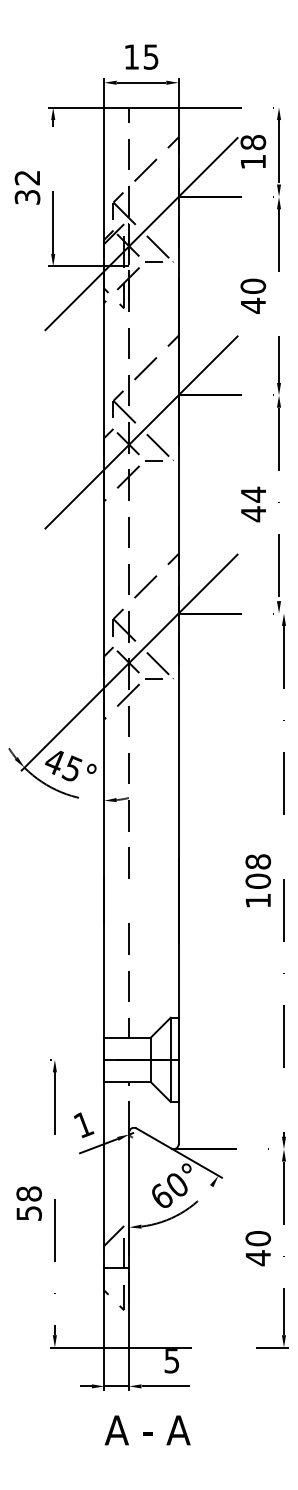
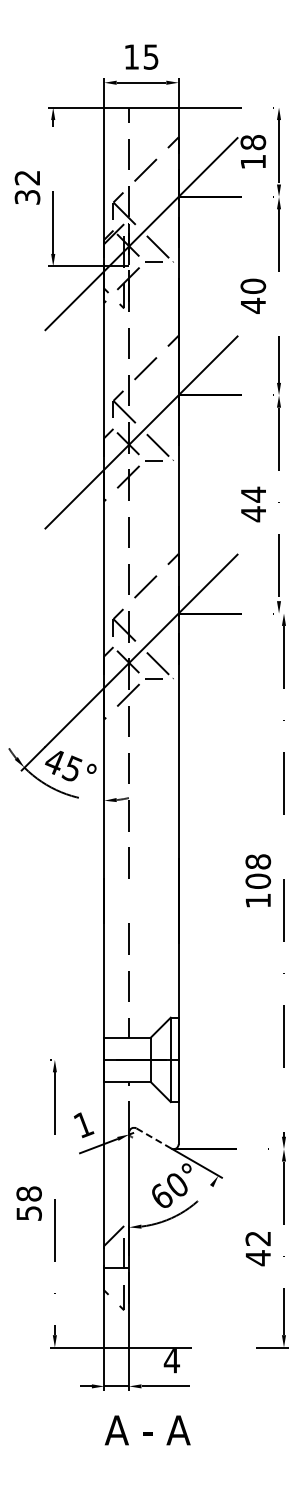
line at (153, 1138): solid -> dashed
text at (258, 1238): 40 -> 42
text at (171, 1361): 5 -> 4
